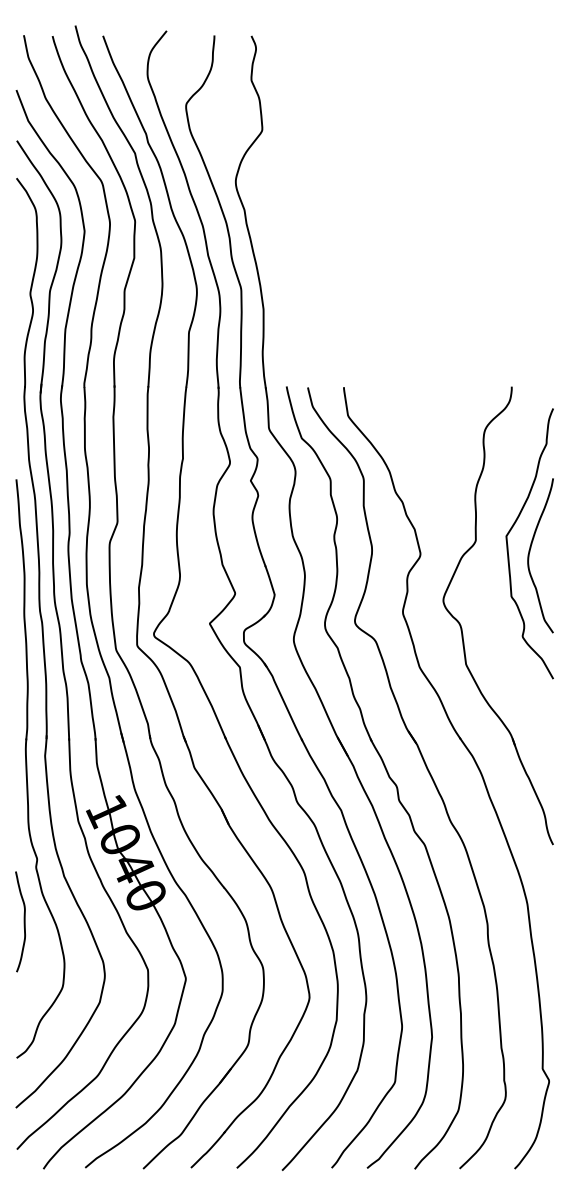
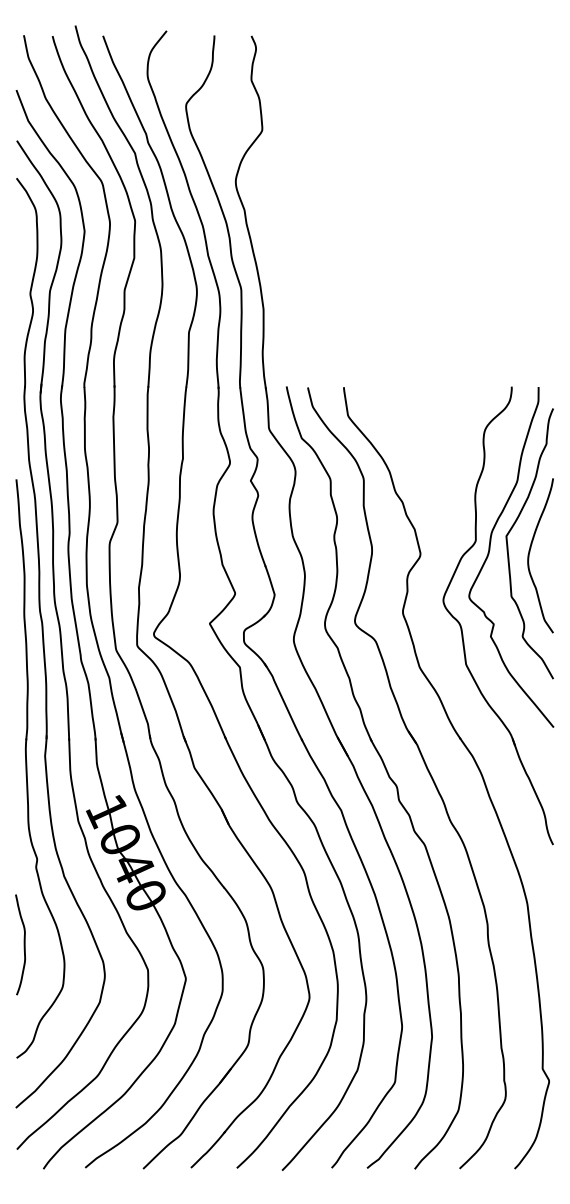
curve at (490, 550): none -> present
curve at (23, 921) position: (23, 921) -> (23, 944)
